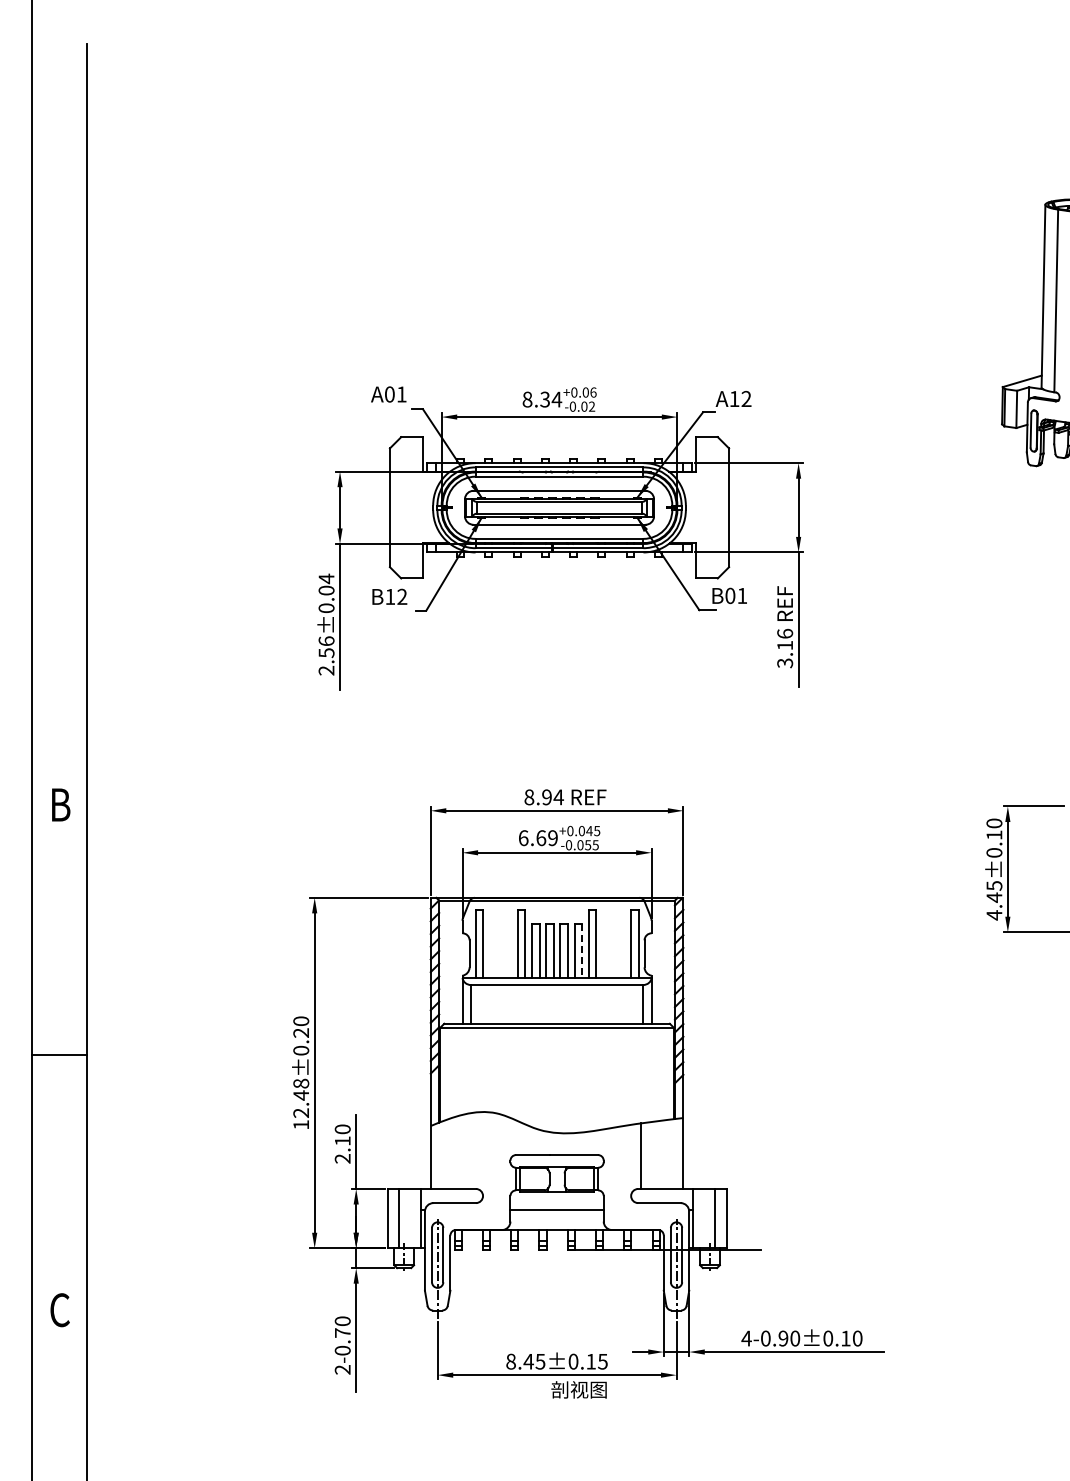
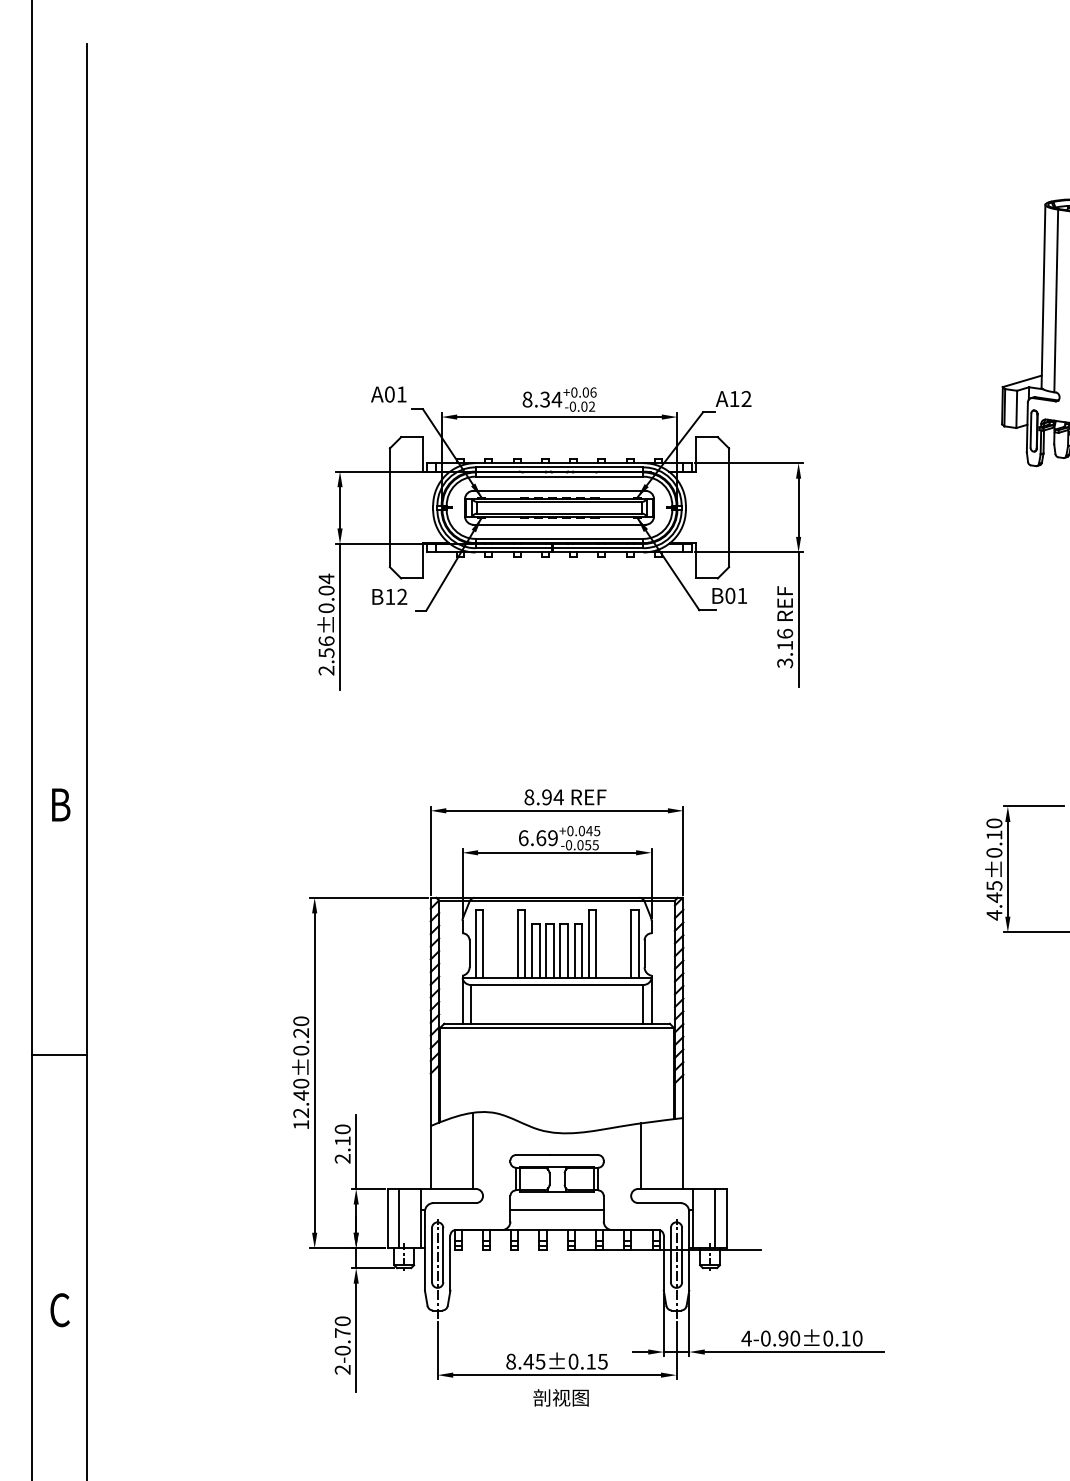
line at (581, 951): dashed -> solid
text at (300, 1083): 12.48±0.20 -> 12.40±0.20
line at (473, 1150): none -> present
text at (578, 1389) position: (578, 1389) -> (560, 1397)
